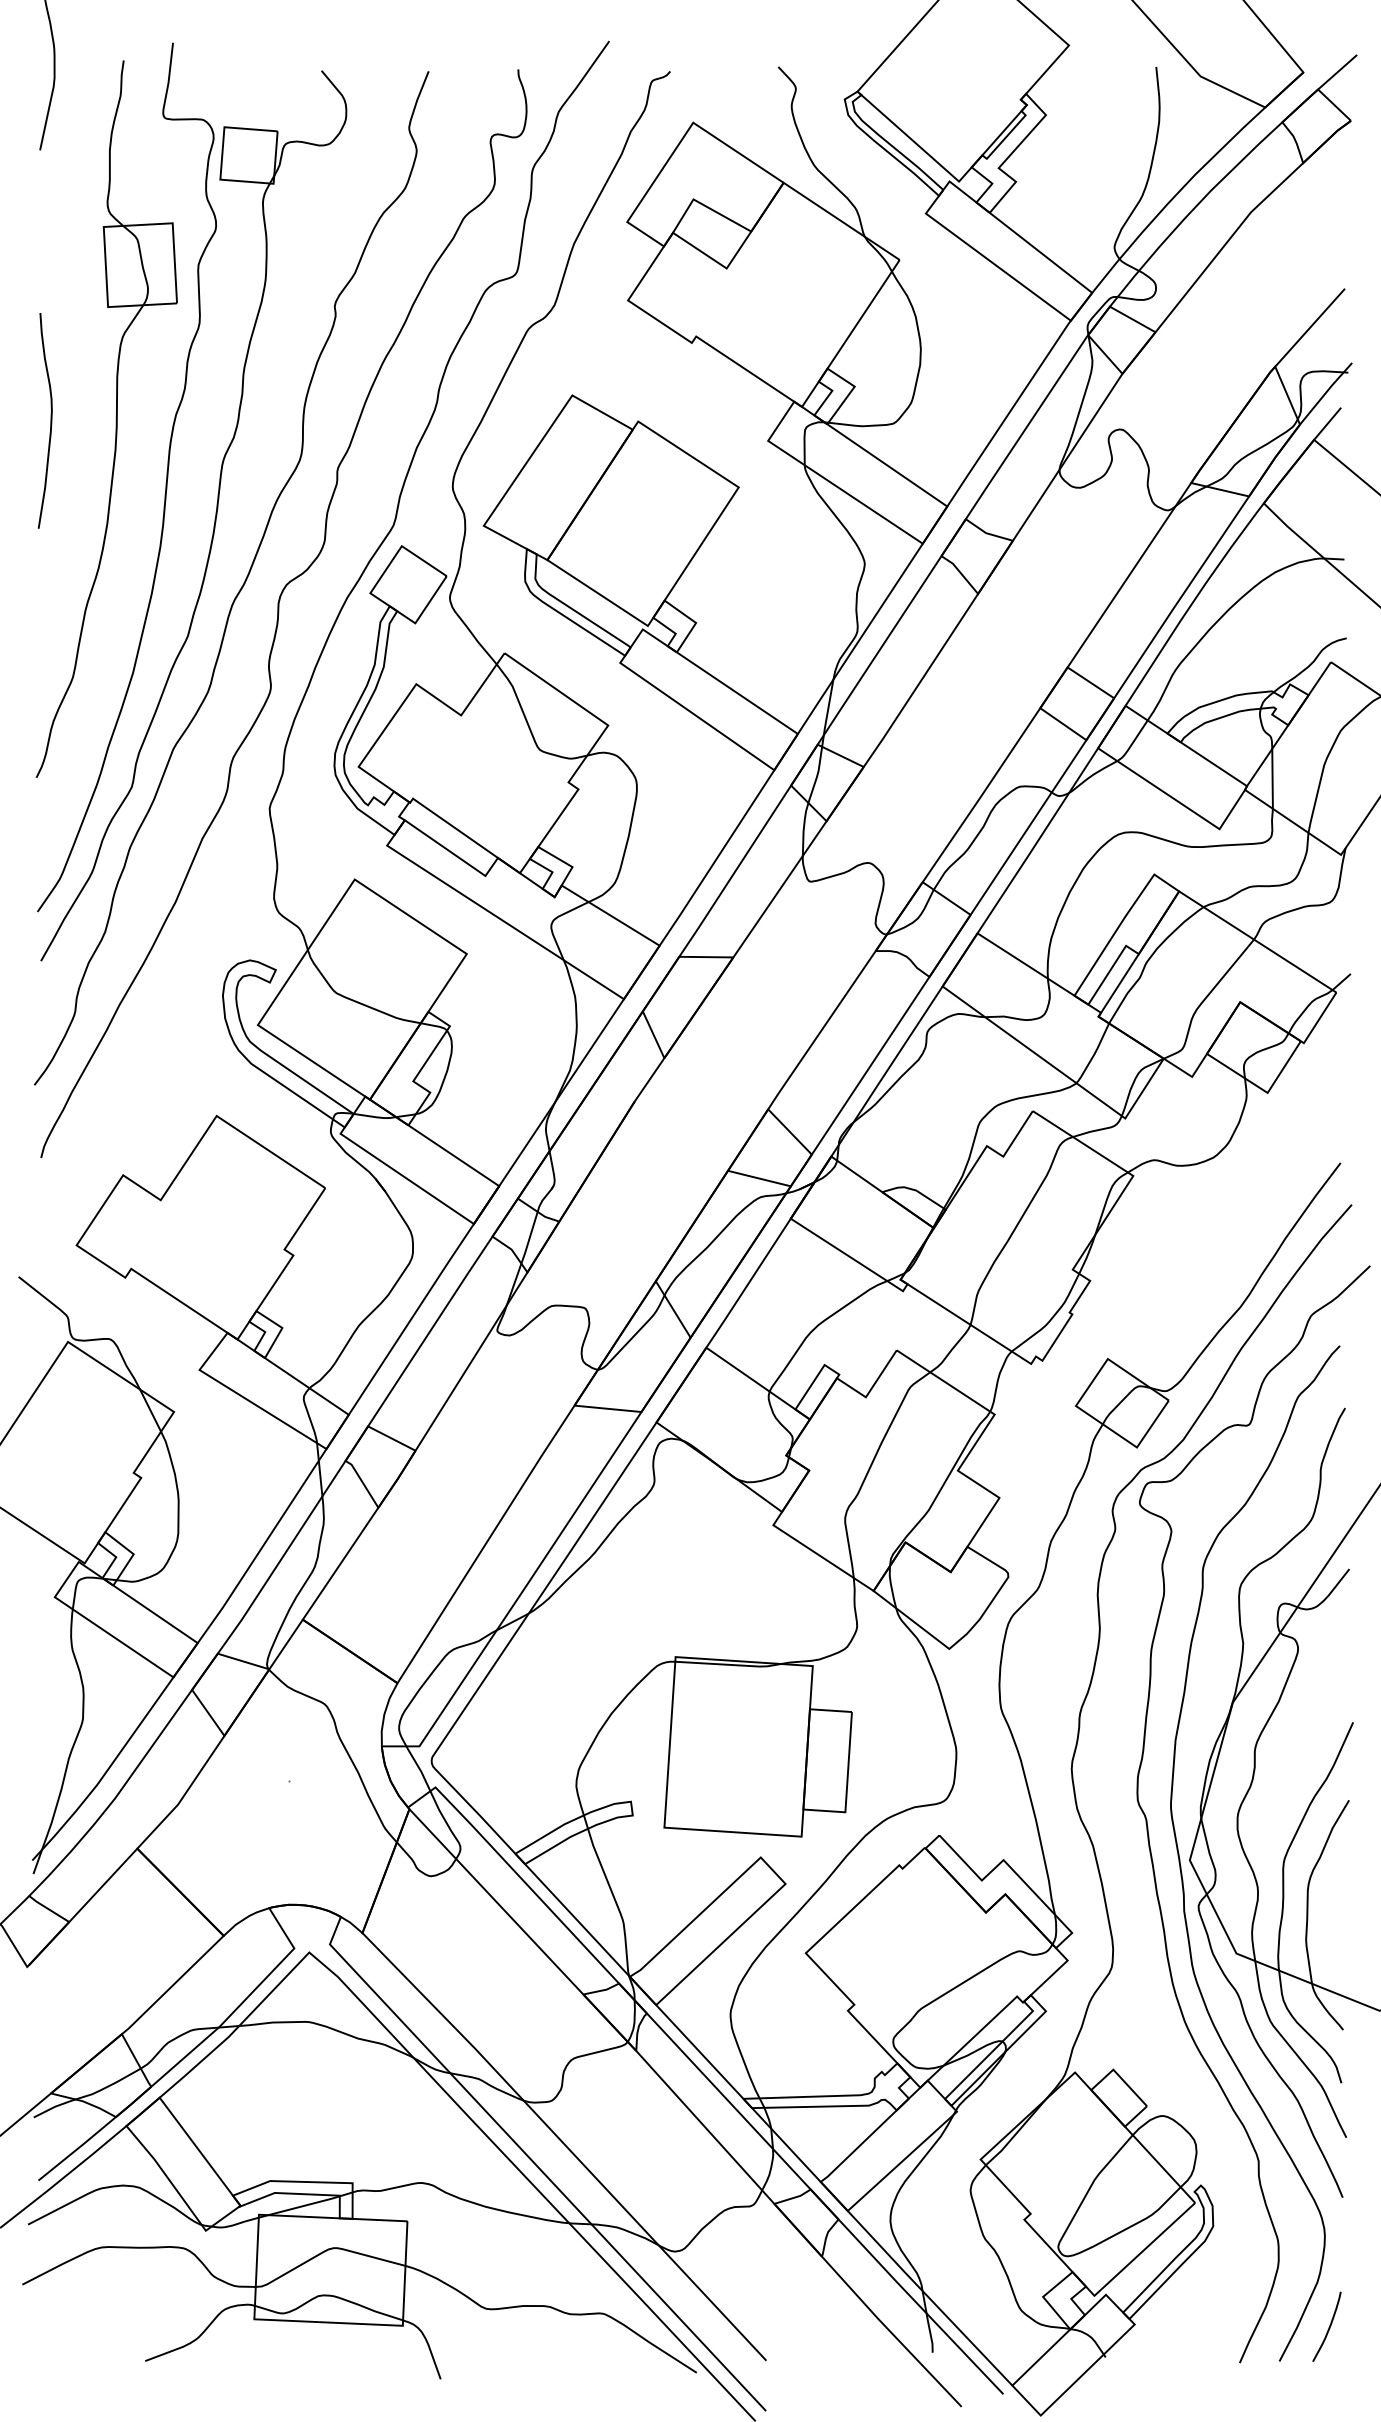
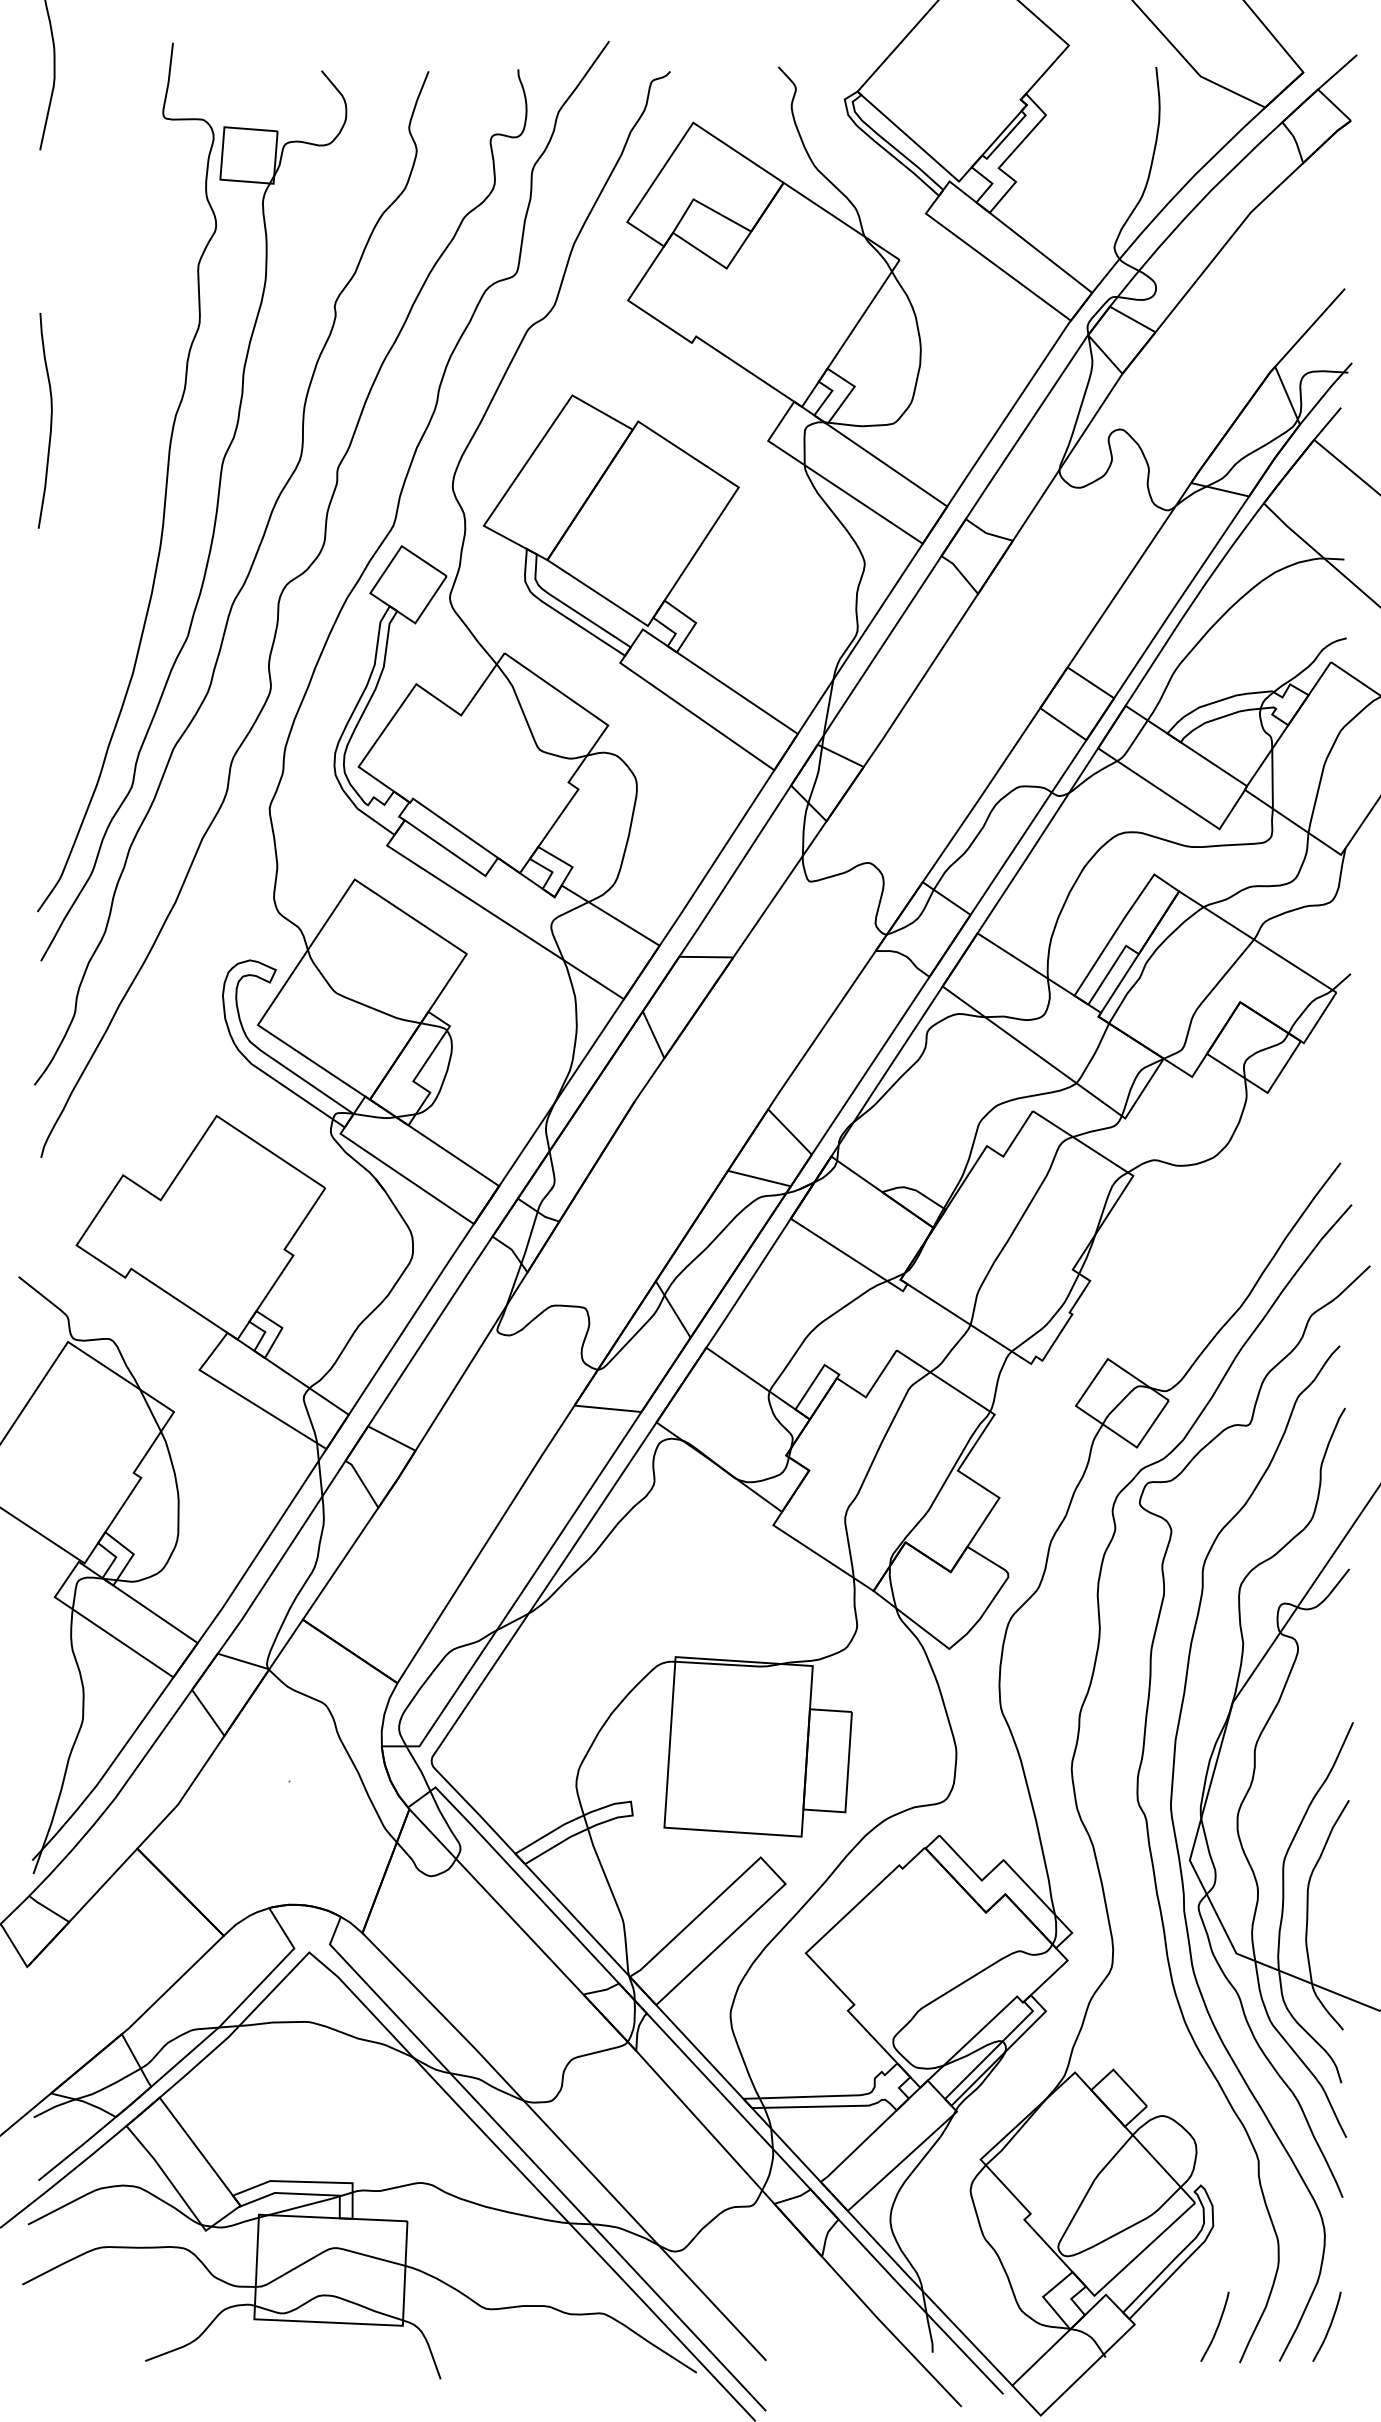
part at (115, 418): present -> none
curve at (1216, 2327): none -> present
